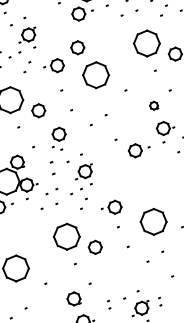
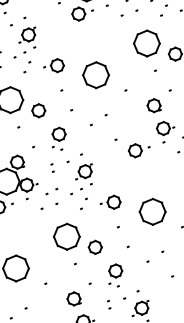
part at (77, 47): present -> none
part at (14, 54) position: (14, 54) -> (19, 54)
part at (154, 105) size: 11x11 px -> 16x16 px
part at (52, 168) size: 7x15 px -> 5x10 px
part at (111, 206) position: (111, 206) -> (110, 201)
part at (153, 221) position: (153, 221) -> (152, 211)
part at (115, 275): none -> present
part at (160, 301): present -> none
